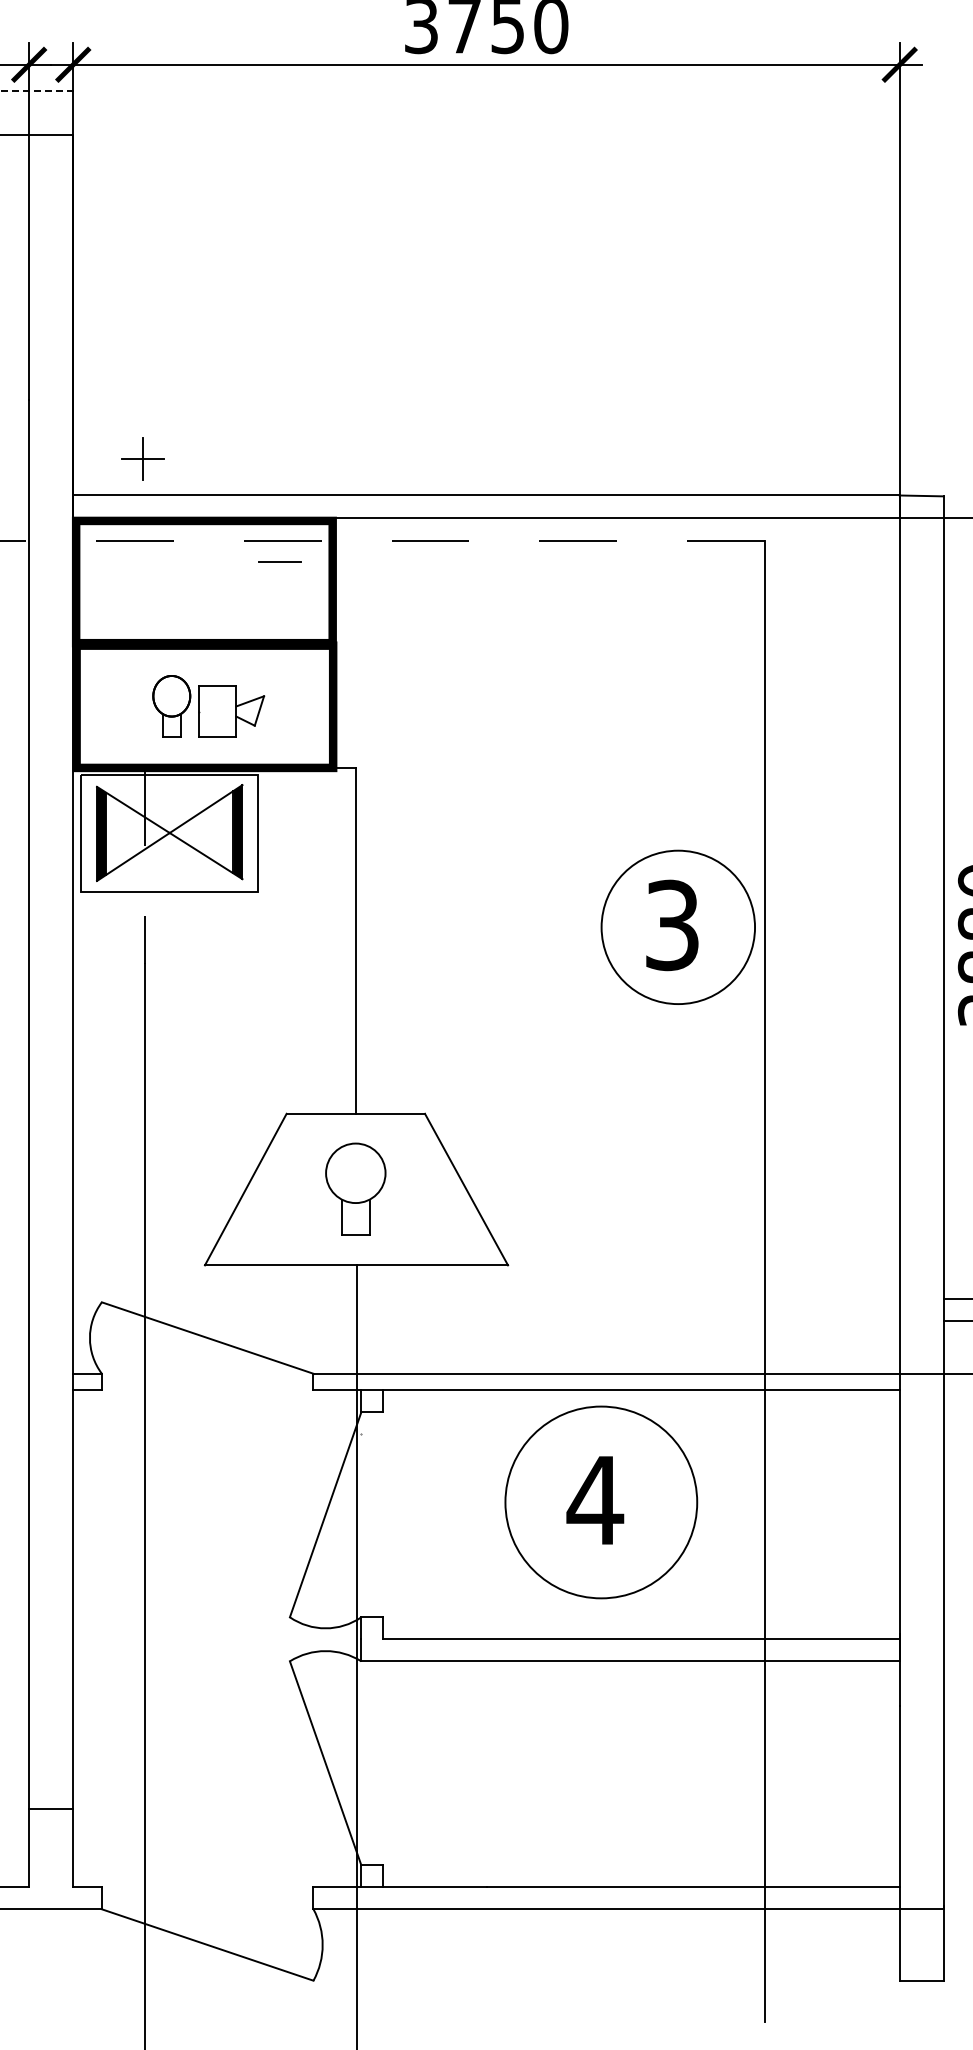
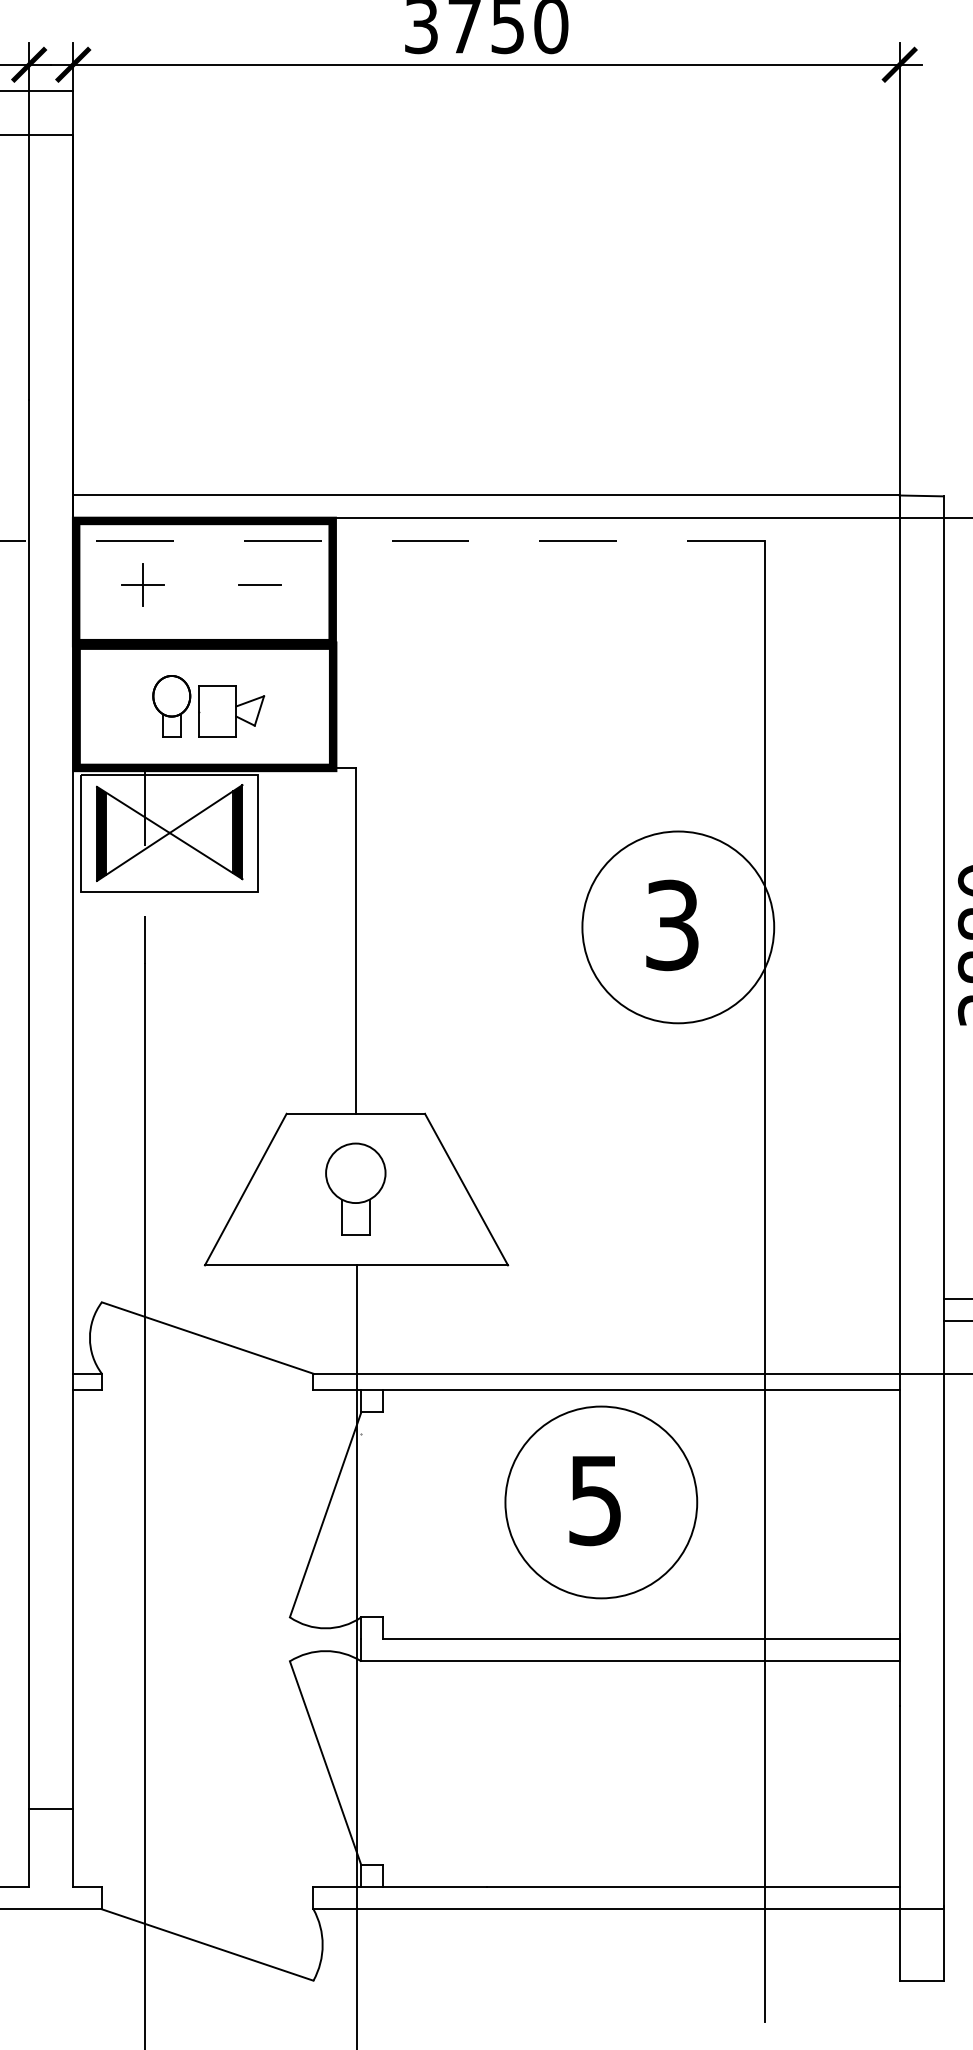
line at (37, 91): dashed -> solid
part at (142, 458) position: (142, 458) -> (142, 584)
line at (279, 561) position: (279, 561) -> (259, 584)
circle at (678, 927) diameter: 153 px -> 192 px
text at (595, 1501): 4 -> 5
